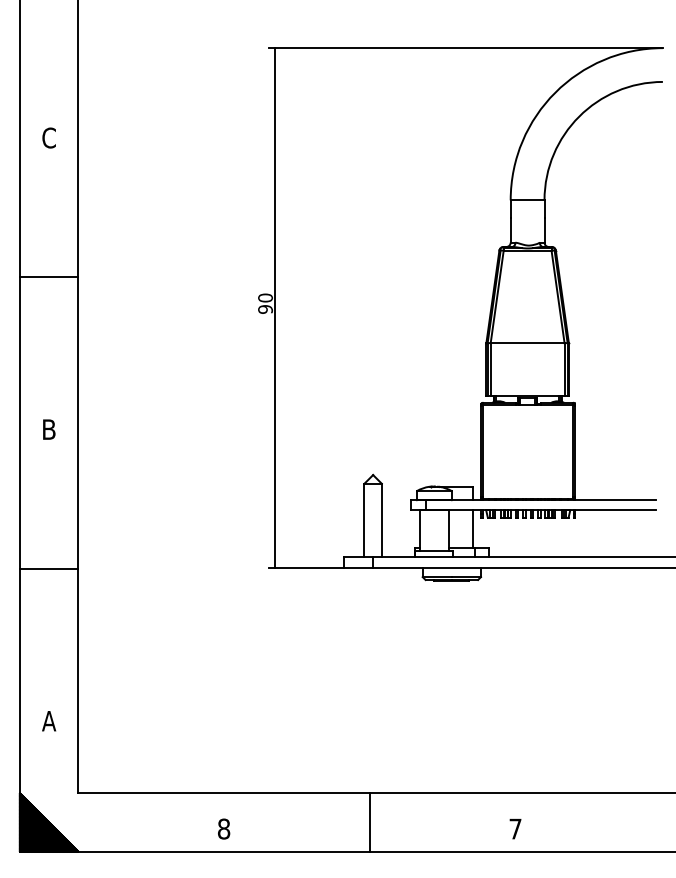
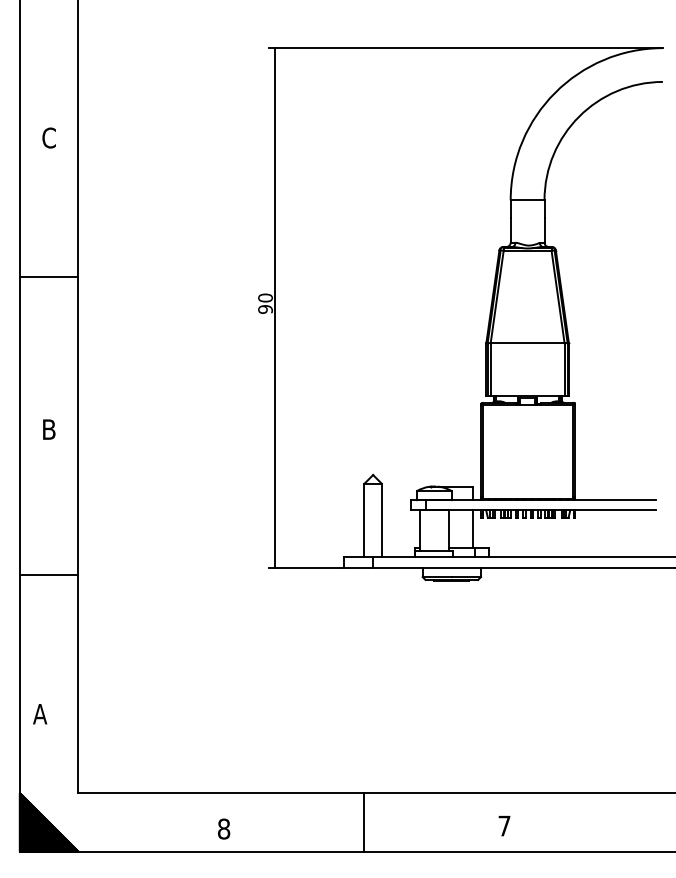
line at (49, 568) position: (49, 568) -> (49, 574)
text at (49, 721) position: (49, 721) -> (40, 714)
line at (369, 822) position: (369, 822) -> (363, 822)
text at (515, 829) position: (515, 829) -> (504, 826)
